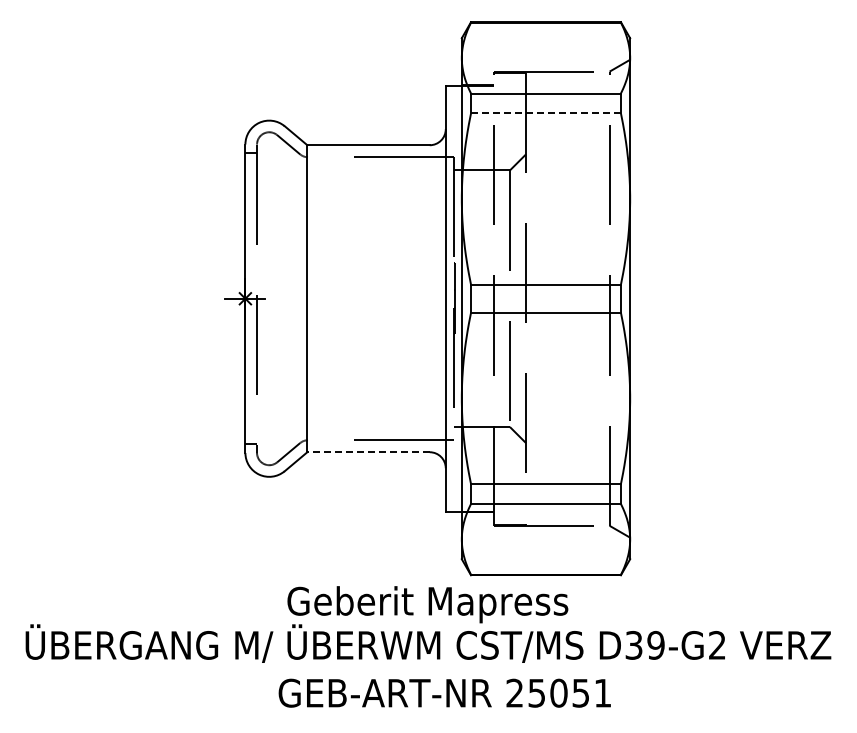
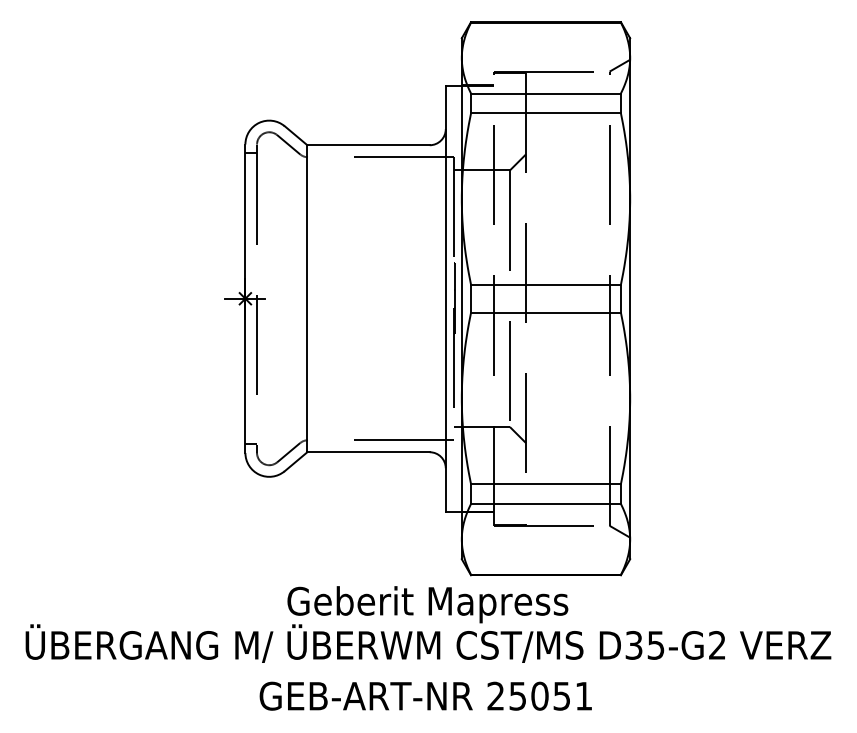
line at (545, 113): dashed -> solid
line at (368, 452): dashed -> solid
text at (655, 645): D39-G2 -> D35-G2
text at (444, 692) position: (444, 692) -> (425, 695)
